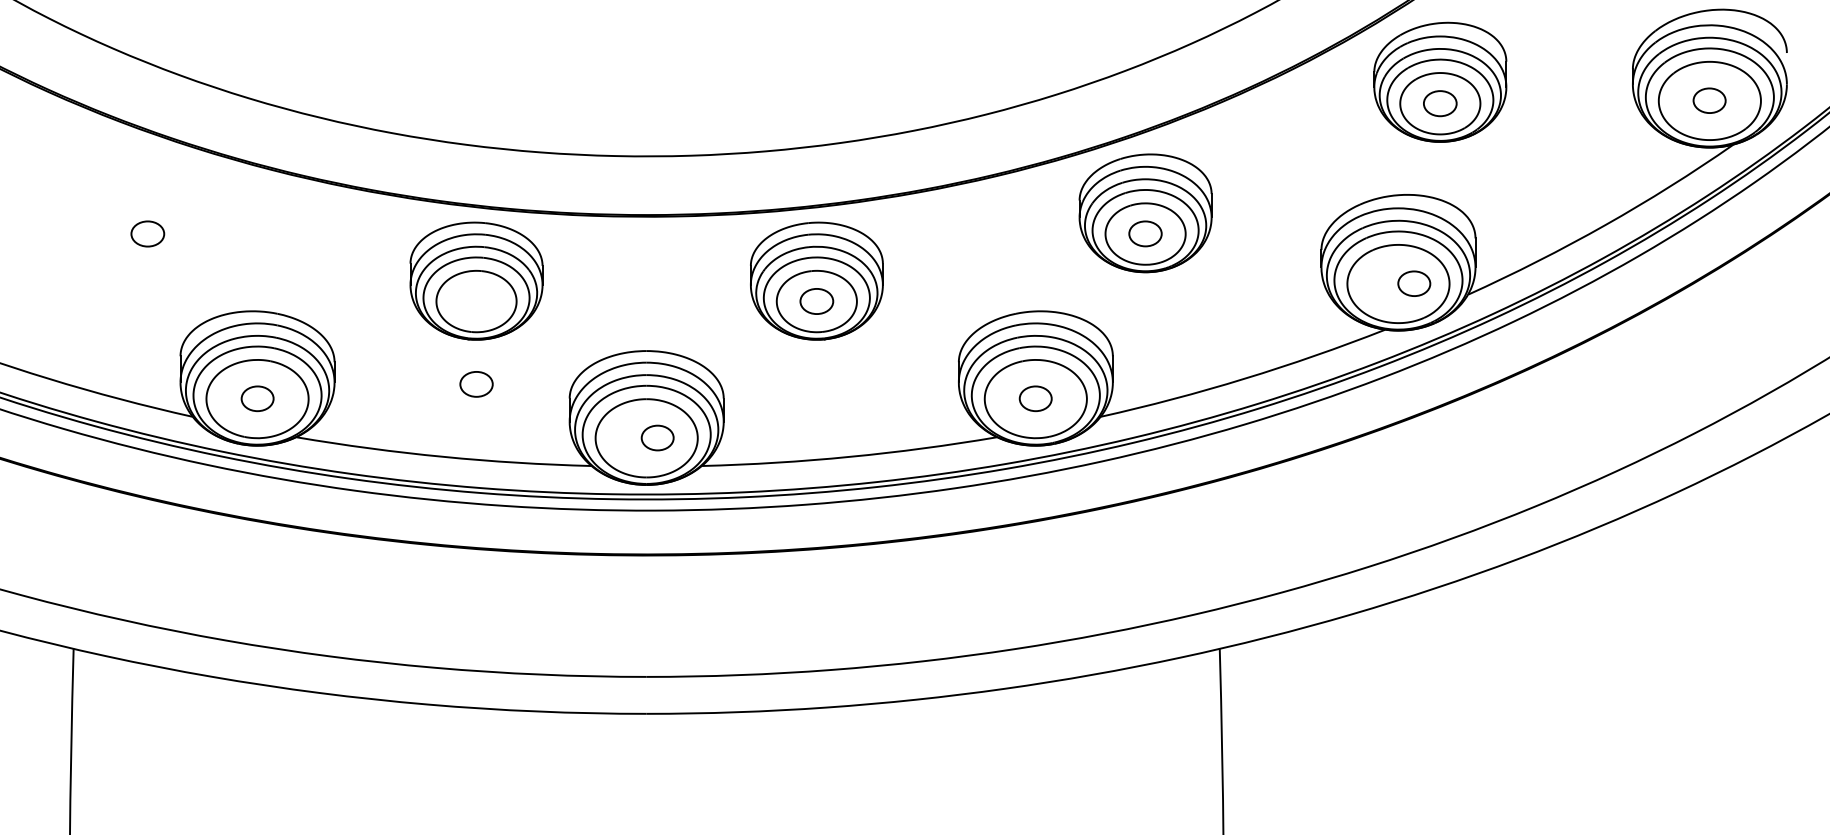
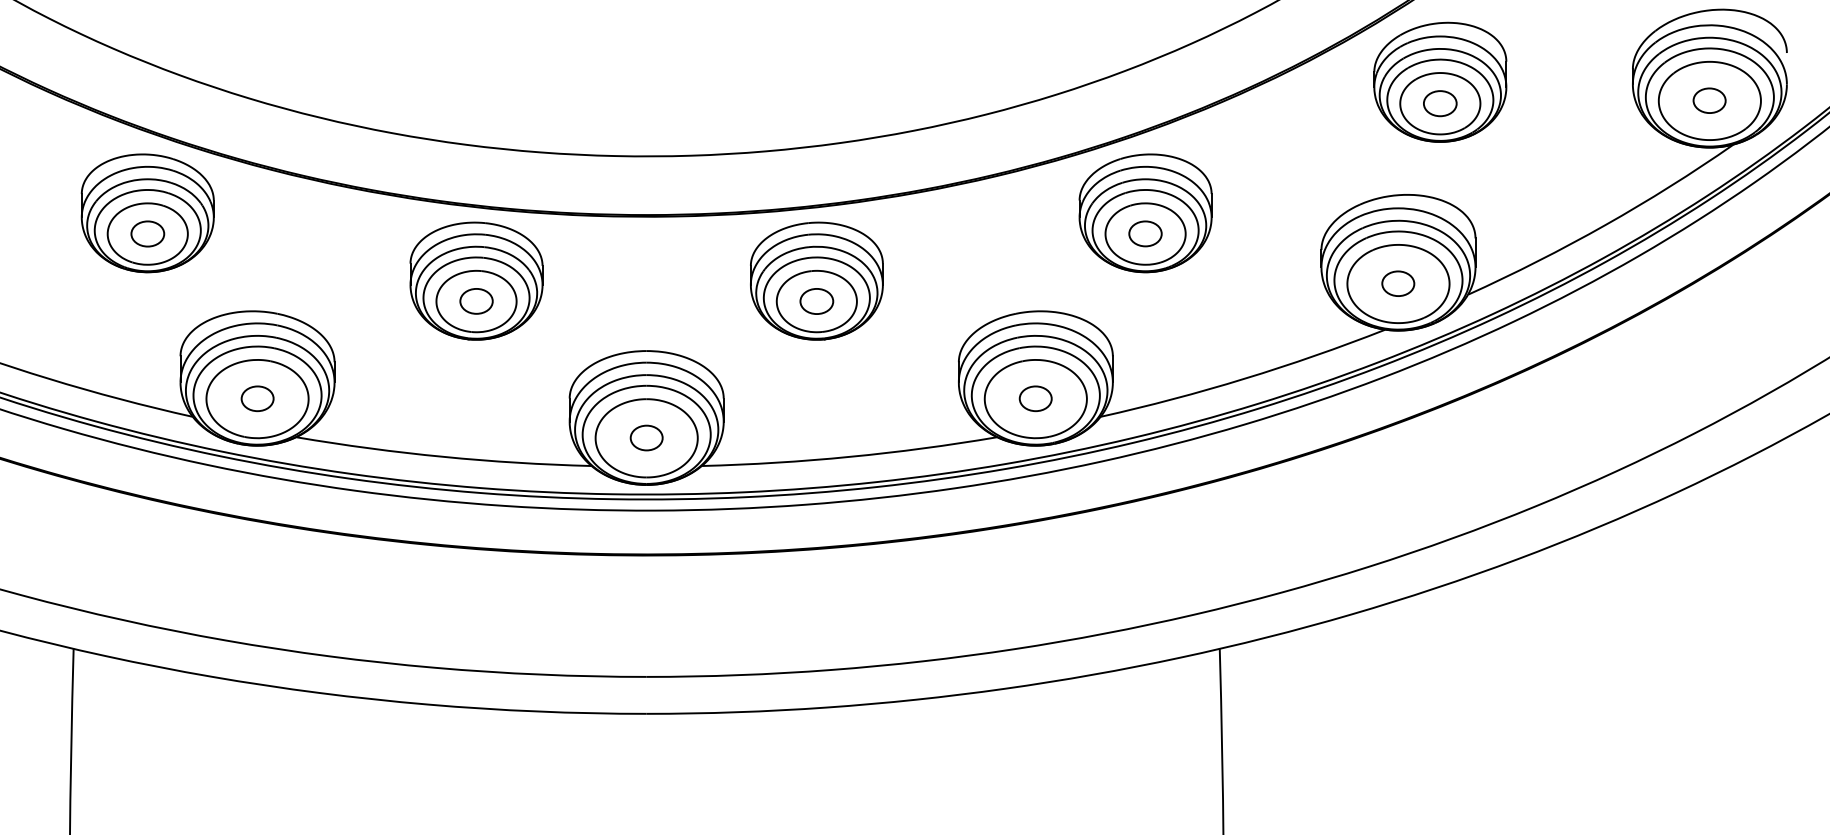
part at (147, 213): none -> present
part at (1414, 283) position: (1414, 283) -> (1398, 283)
part at (476, 384) position: (476, 384) -> (476, 301)
part at (657, 437) position: (657, 437) -> (646, 437)
